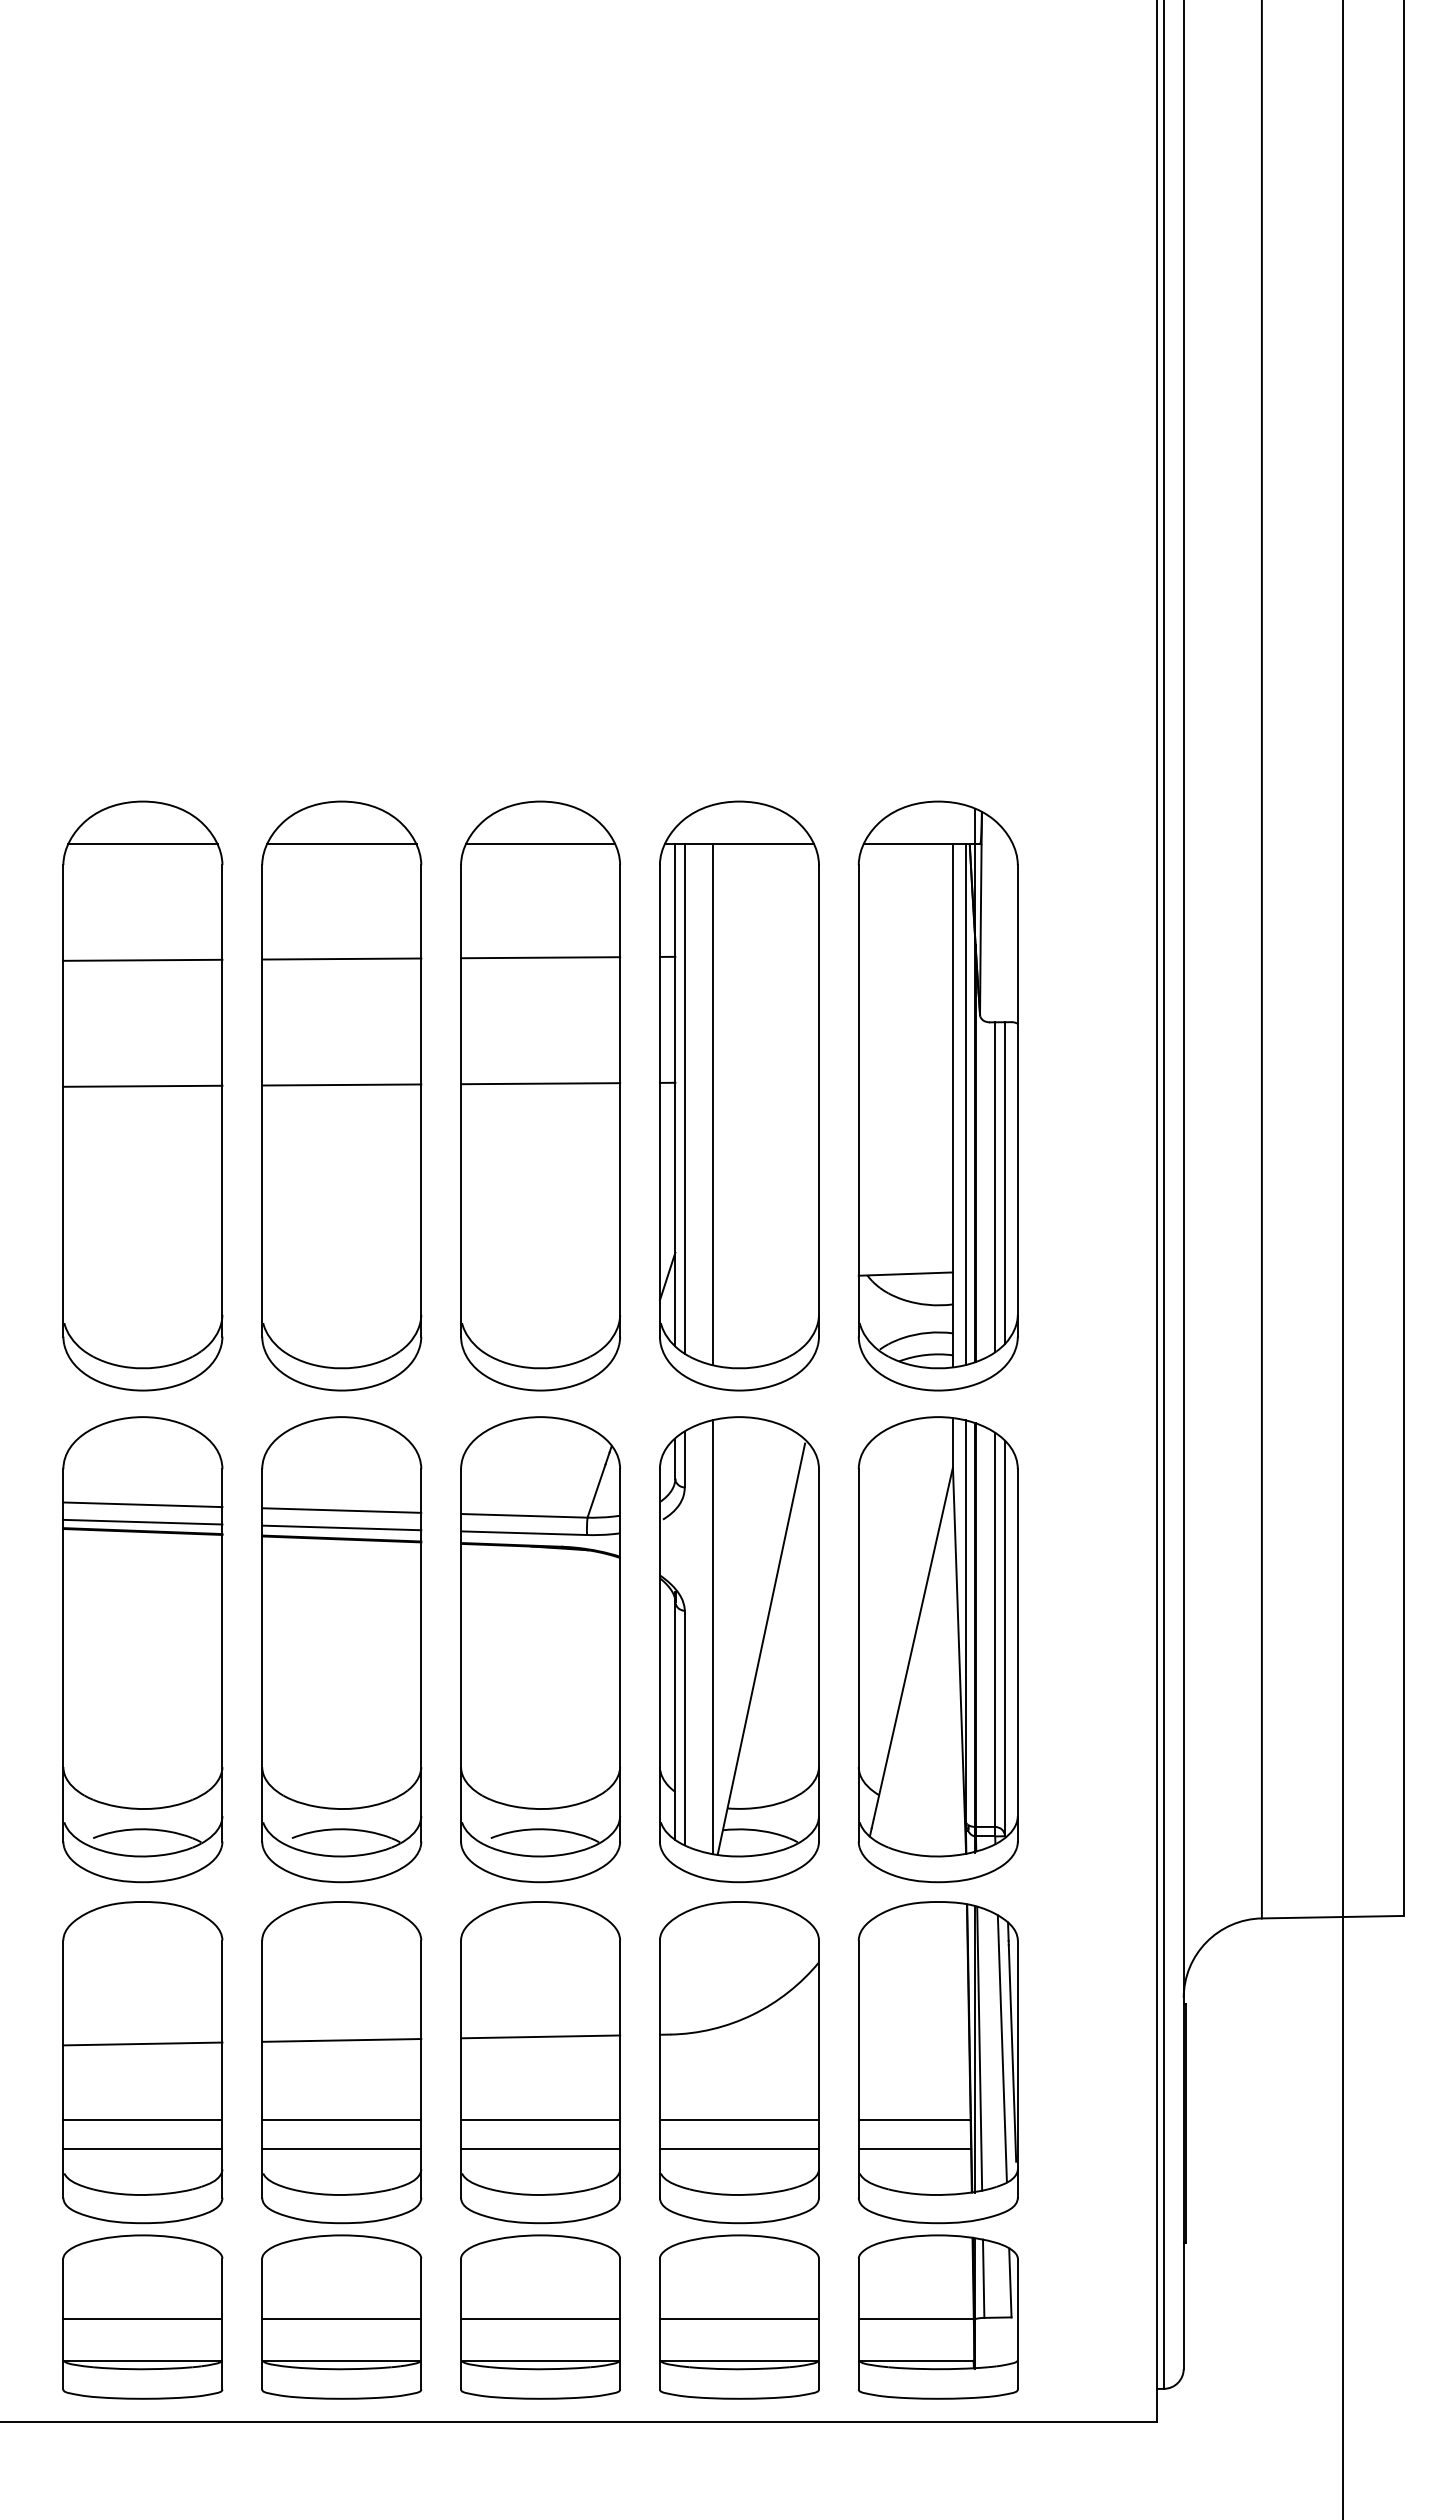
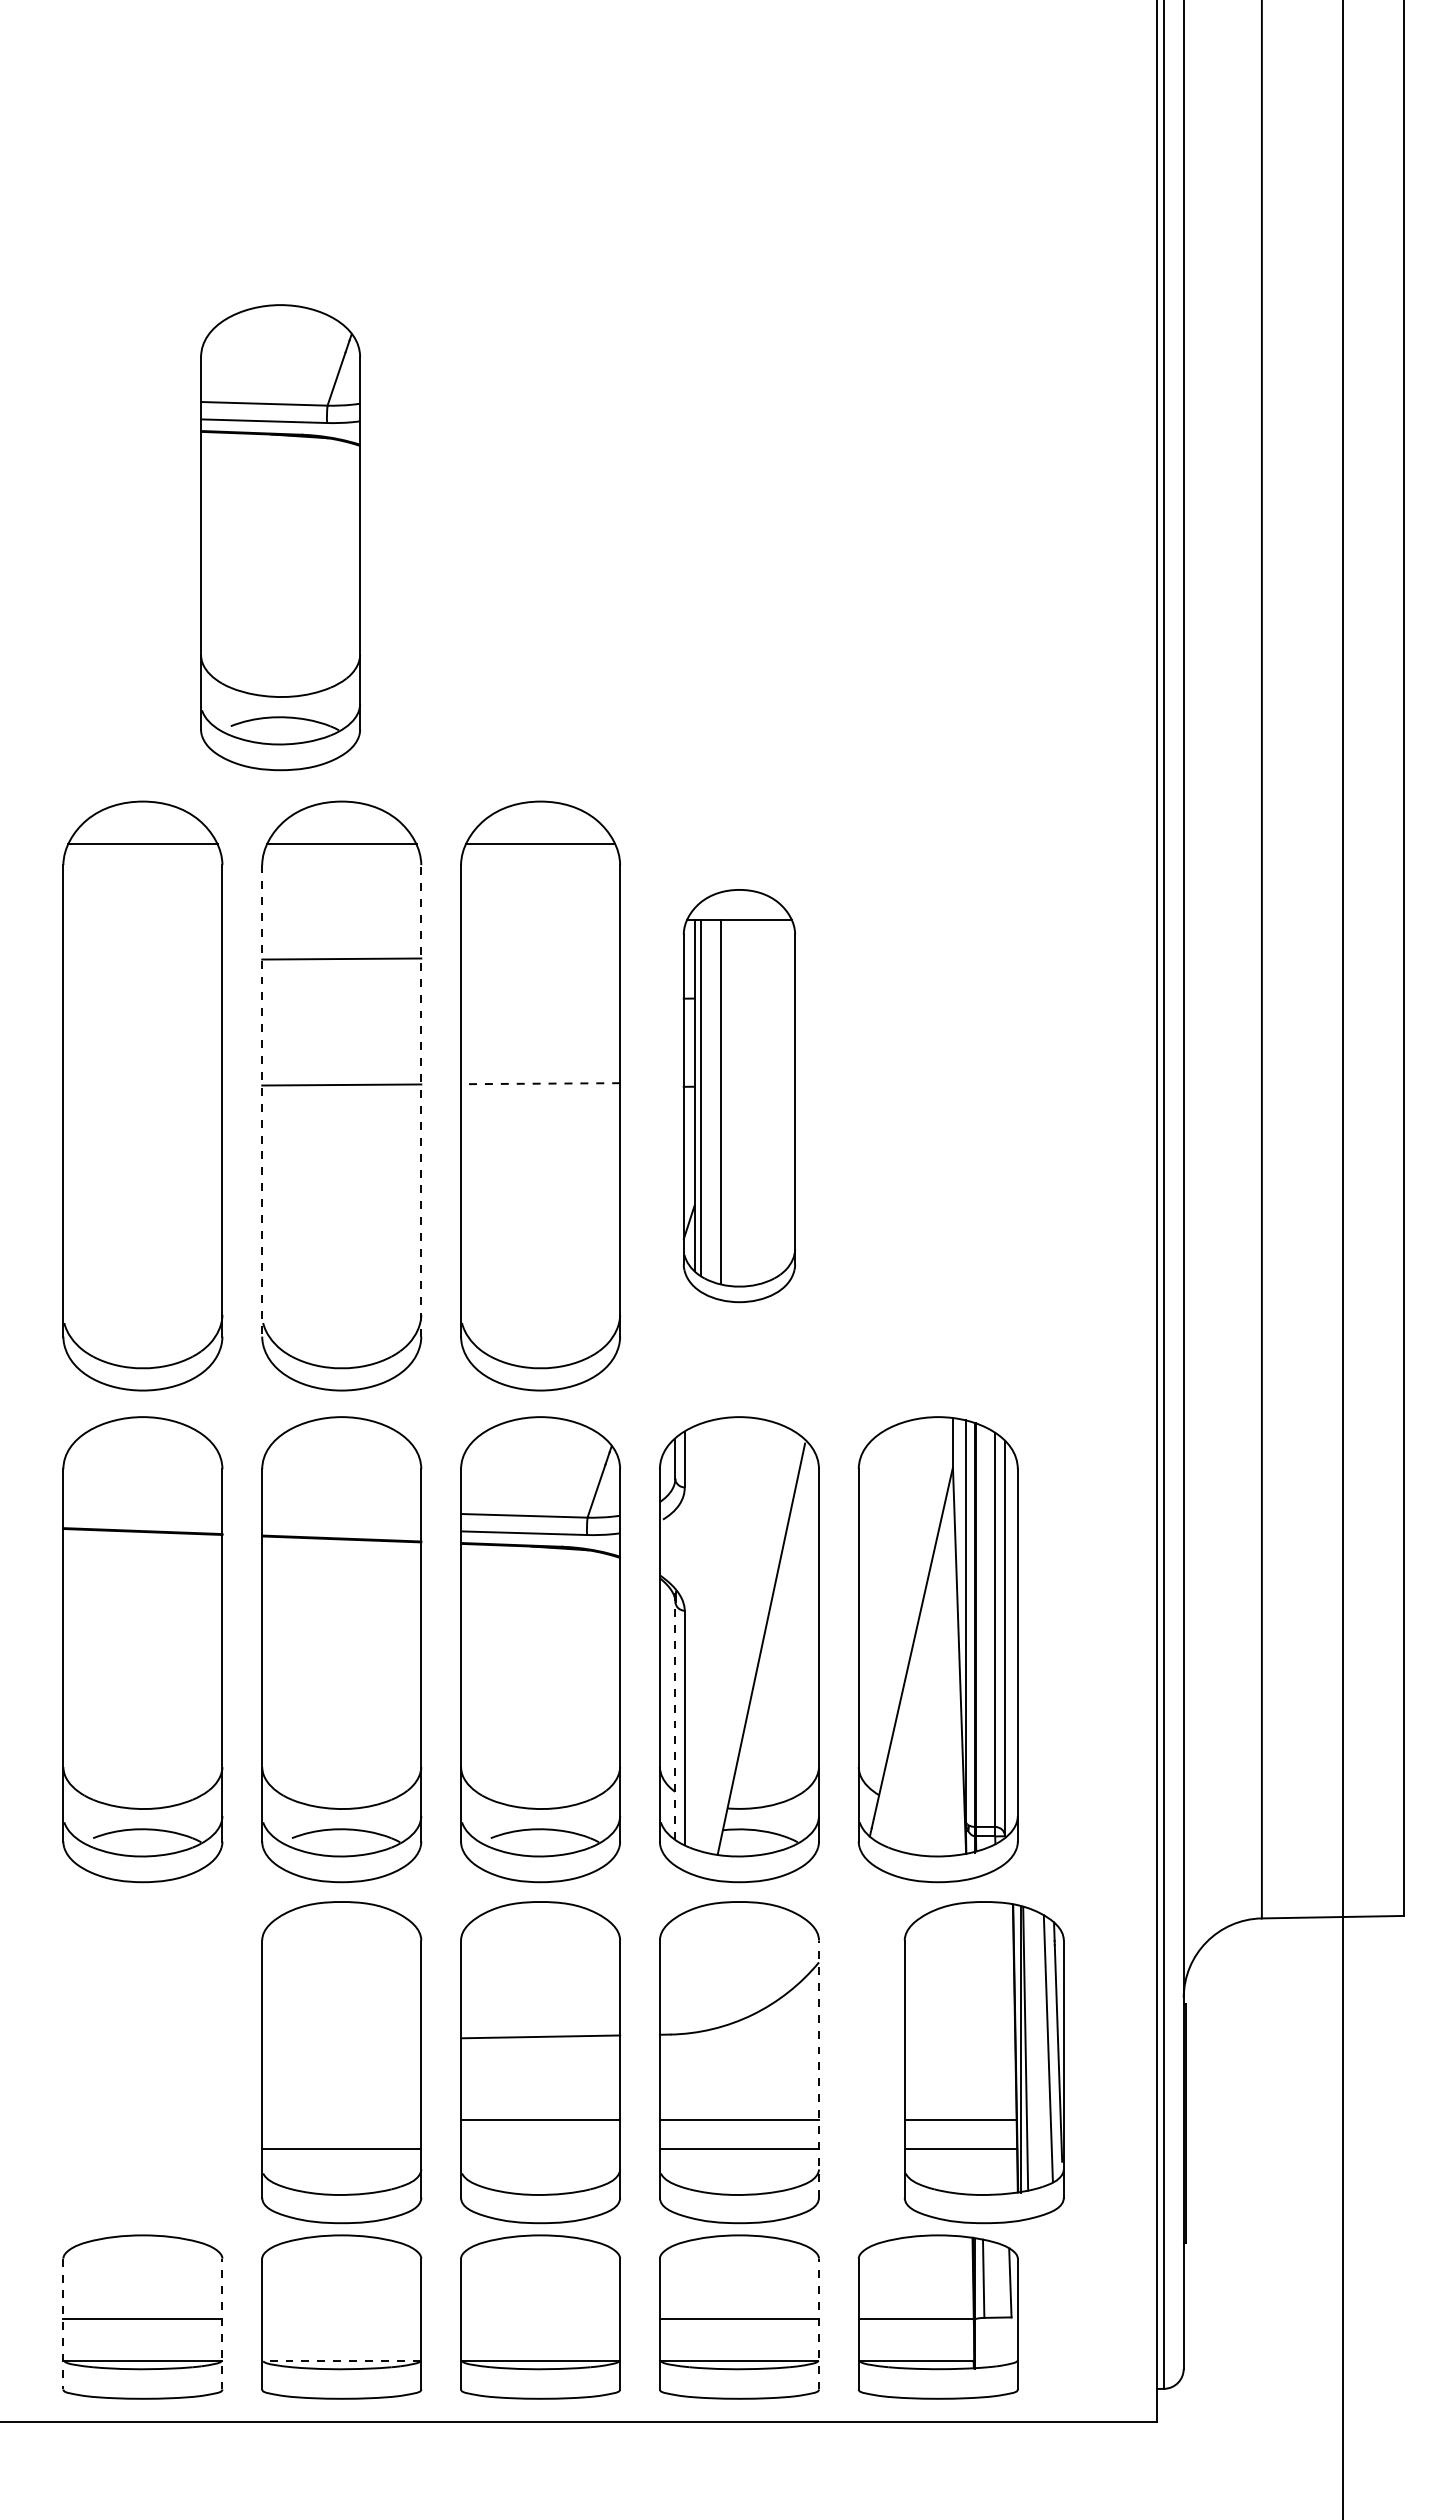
part at (280, 537): none -> present
line at (540, 957): present -> none
line at (142, 959): present -> none
line at (540, 1083): solid -> dashed
line at (142, 1085): present -> none
part at (739, 1095) size: 161x592 px -> 114x415 px
part at (937, 1095): present -> none
line at (262, 1100): solid -> dashed
line at (421, 1100): solid -> dashed
line at (142, 1504): present -> none
line at (341, 1510): present -> none
line at (142, 1521): present -> none
line at (341, 1527): present -> none
line at (713, 1637): present -> none
line at (675, 1716): solid -> dashed
line at (341, 2040): present -> none
part at (142, 2062): present -> none
part at (937, 2062) position: (937, 2062) -> (983, 2062)
line at (818, 2069): solid -> dashed
line at (341, 2120): present -> none
line at (540, 2149): present -> none
line at (341, 2318): present -> none
line at (540, 2318): present -> none
line at (222, 2323): solid -> dashed
line at (818, 2323): solid -> dashed
line at (63, 2324): solid -> dashed
line at (341, 2360): solid -> dashed
